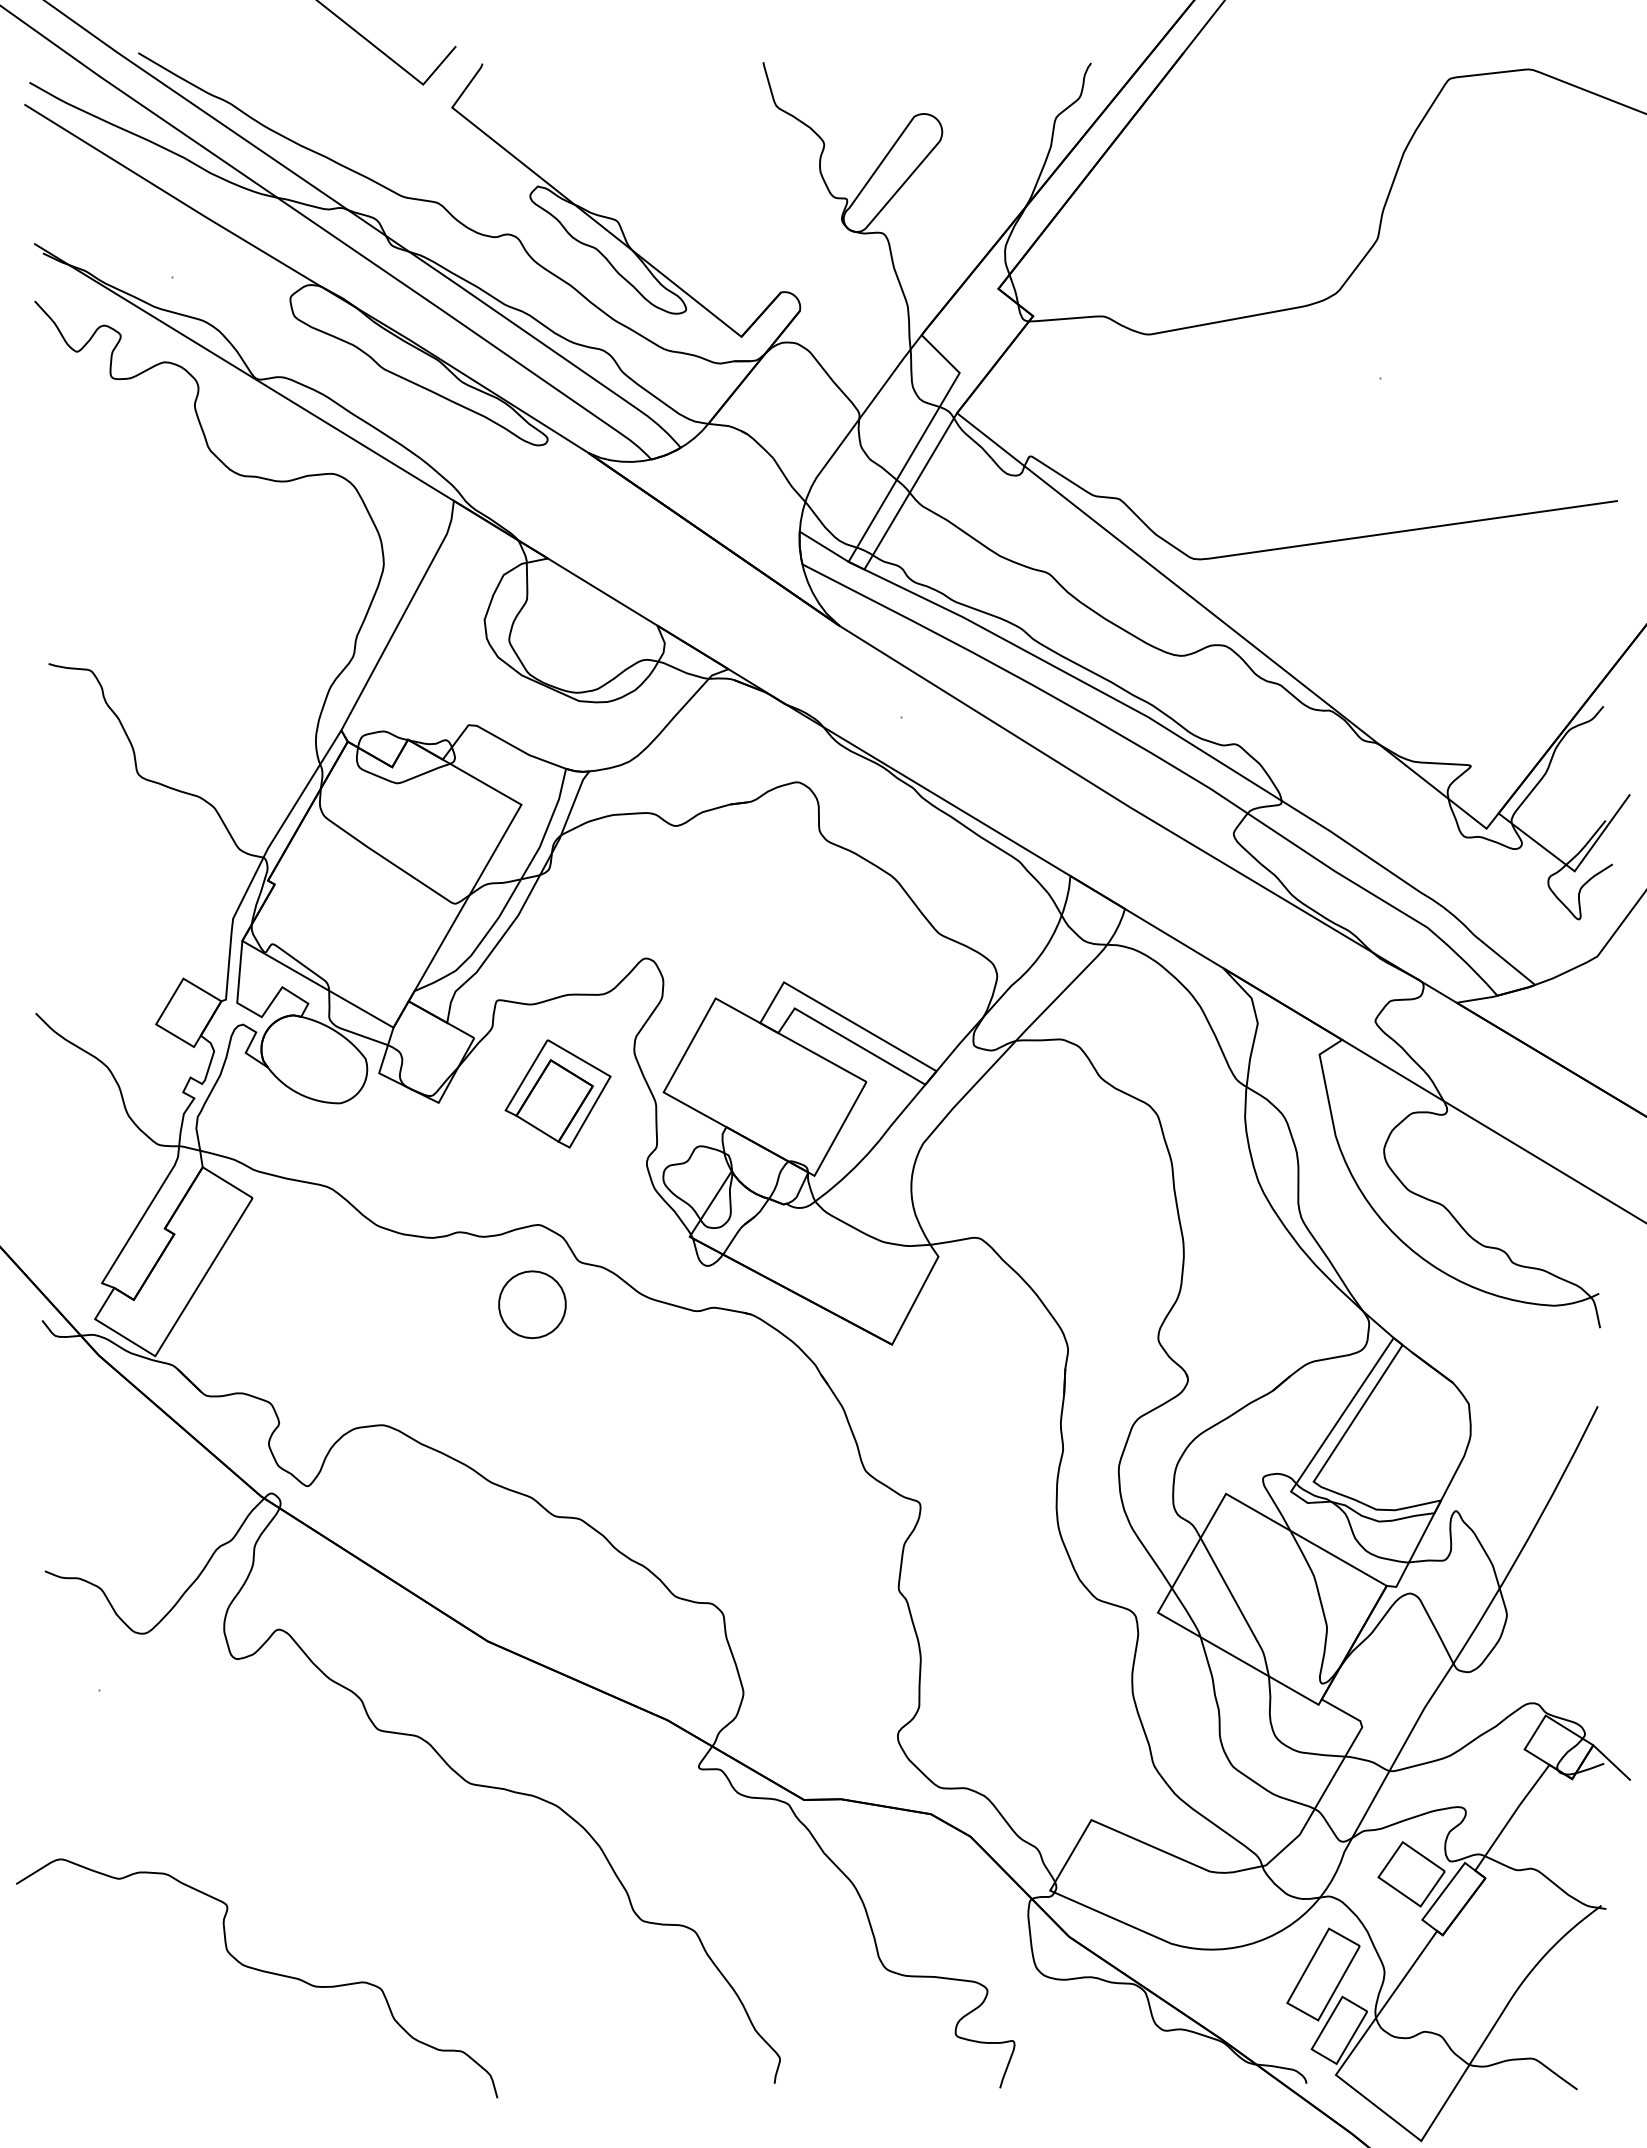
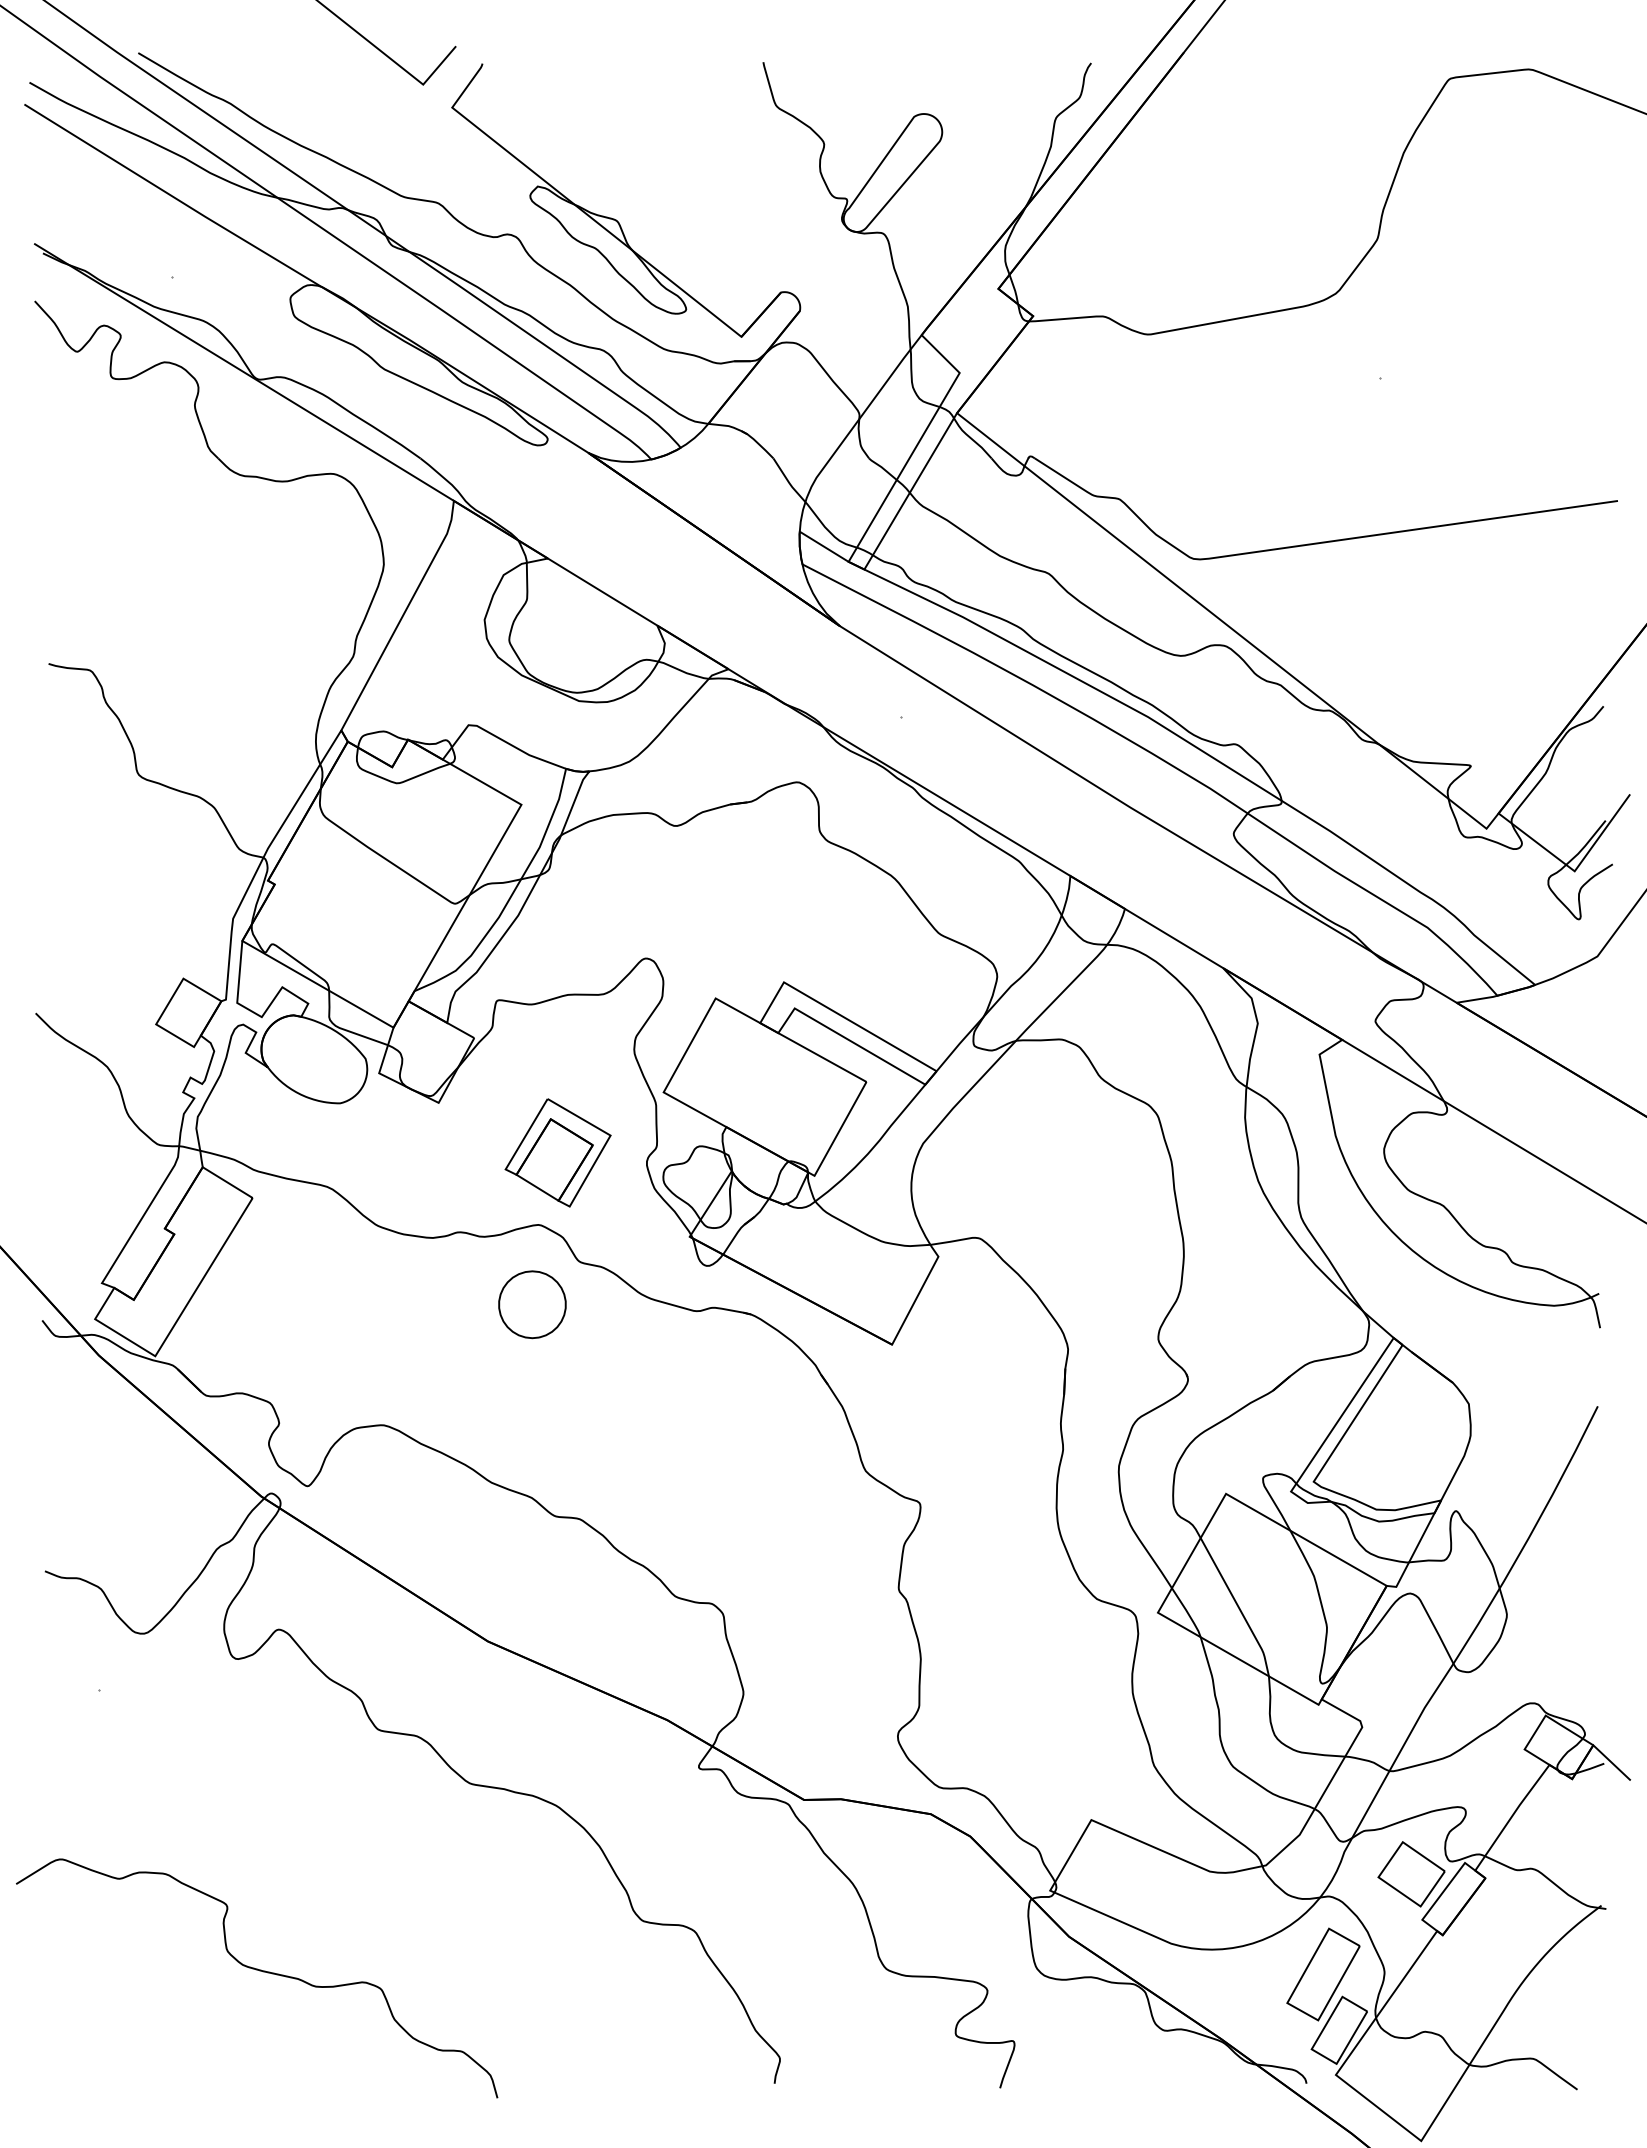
part at (557, 1093) position: (557, 1093) -> (557, 1152)
